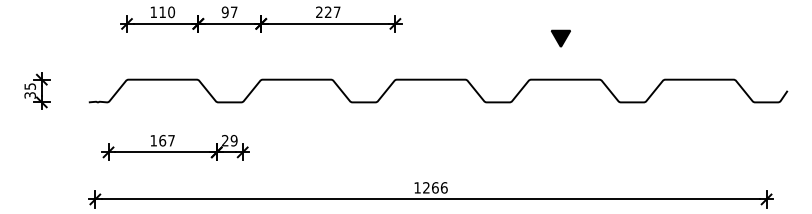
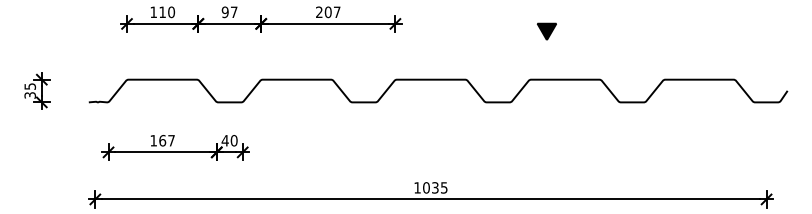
text at (327, 12): 227 -> 207
part at (560, 38) position: (560, 38) -> (546, 31)
text at (229, 140): 29 -> 40
text at (435, 187): 1266 -> 1035
